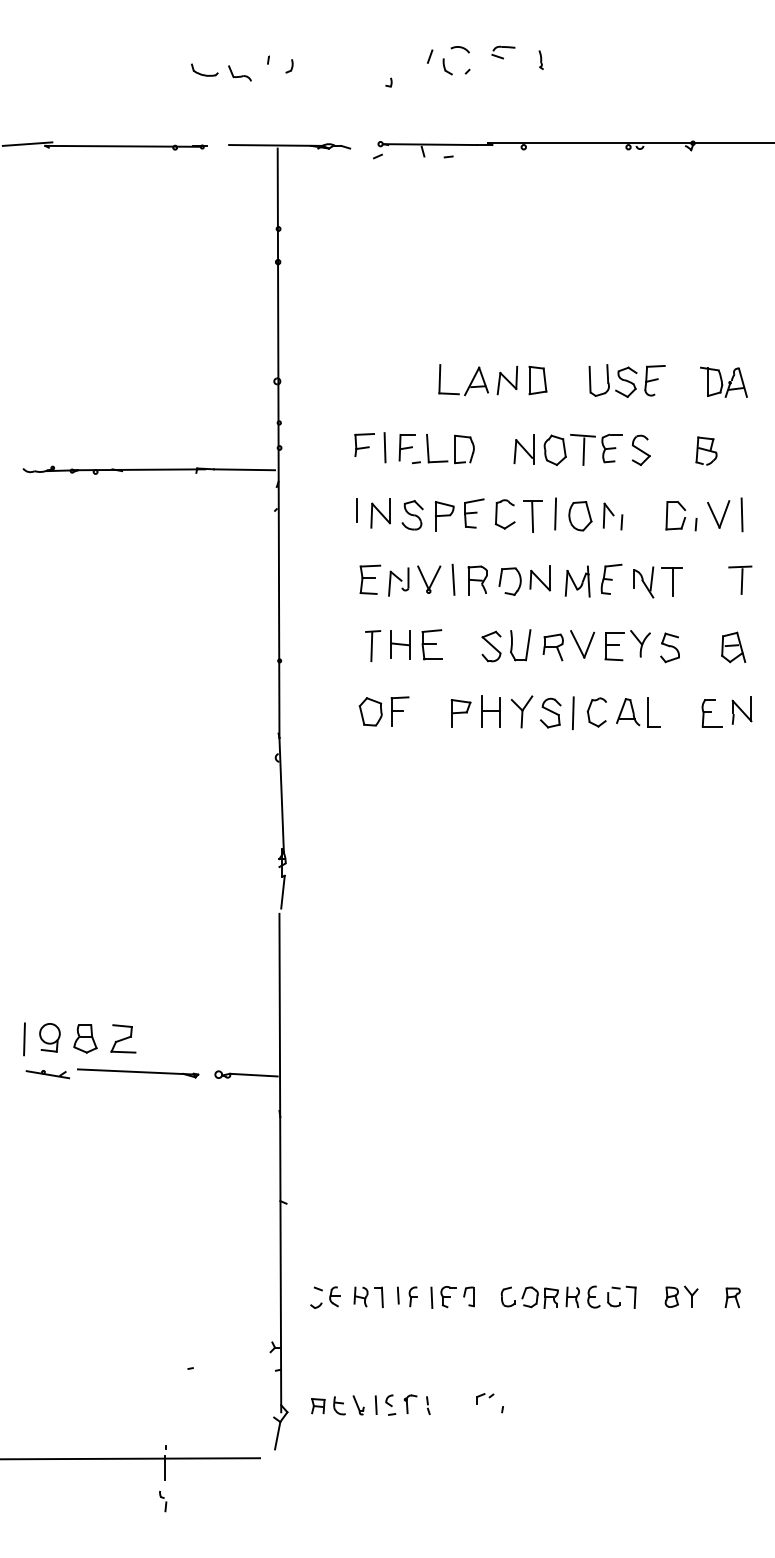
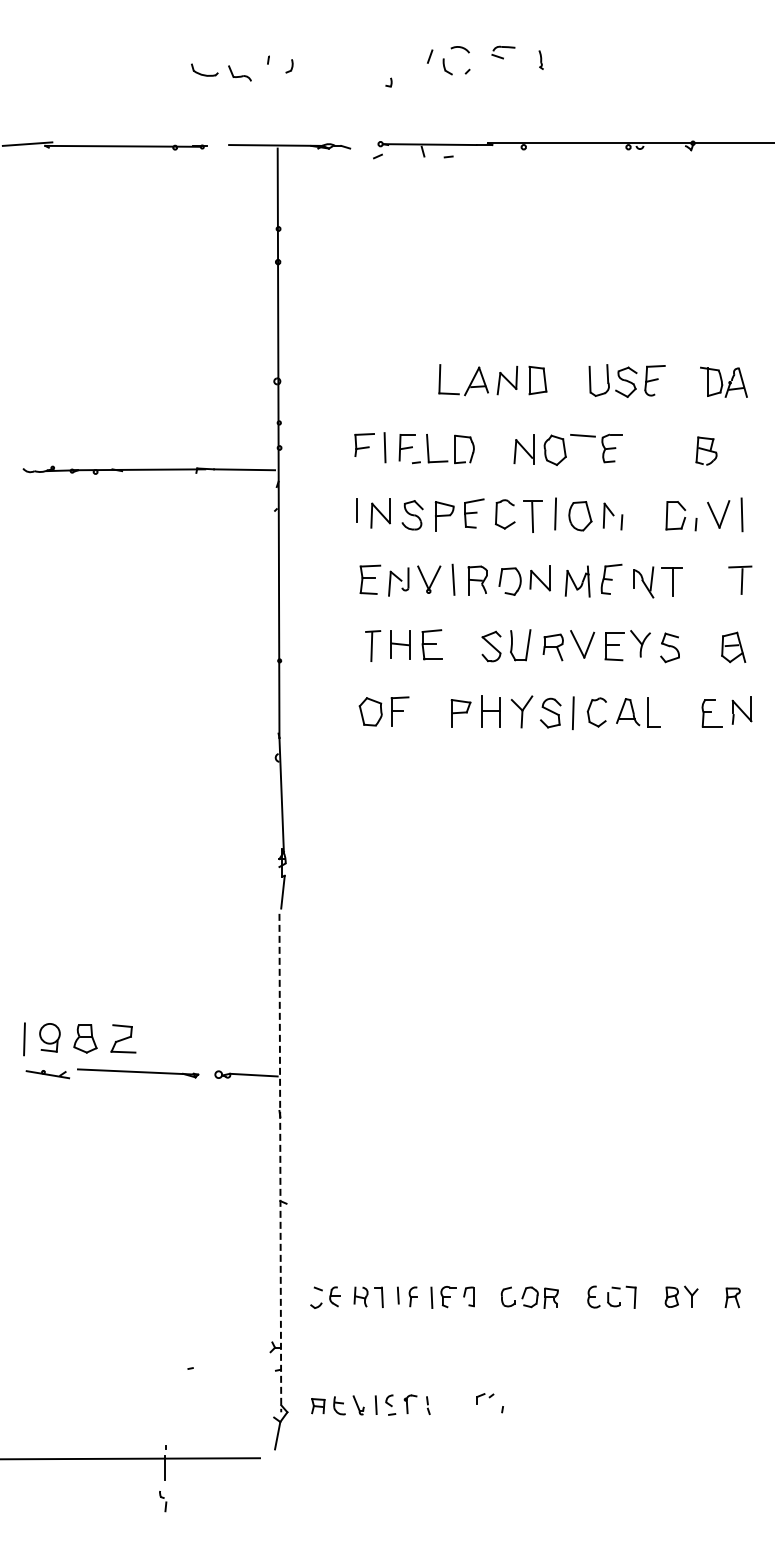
part at (640, 449): present -> none
line at (583, 451): present -> none
line at (280, 1163): solid -> dashed
part at (572, 1296): present -> none
